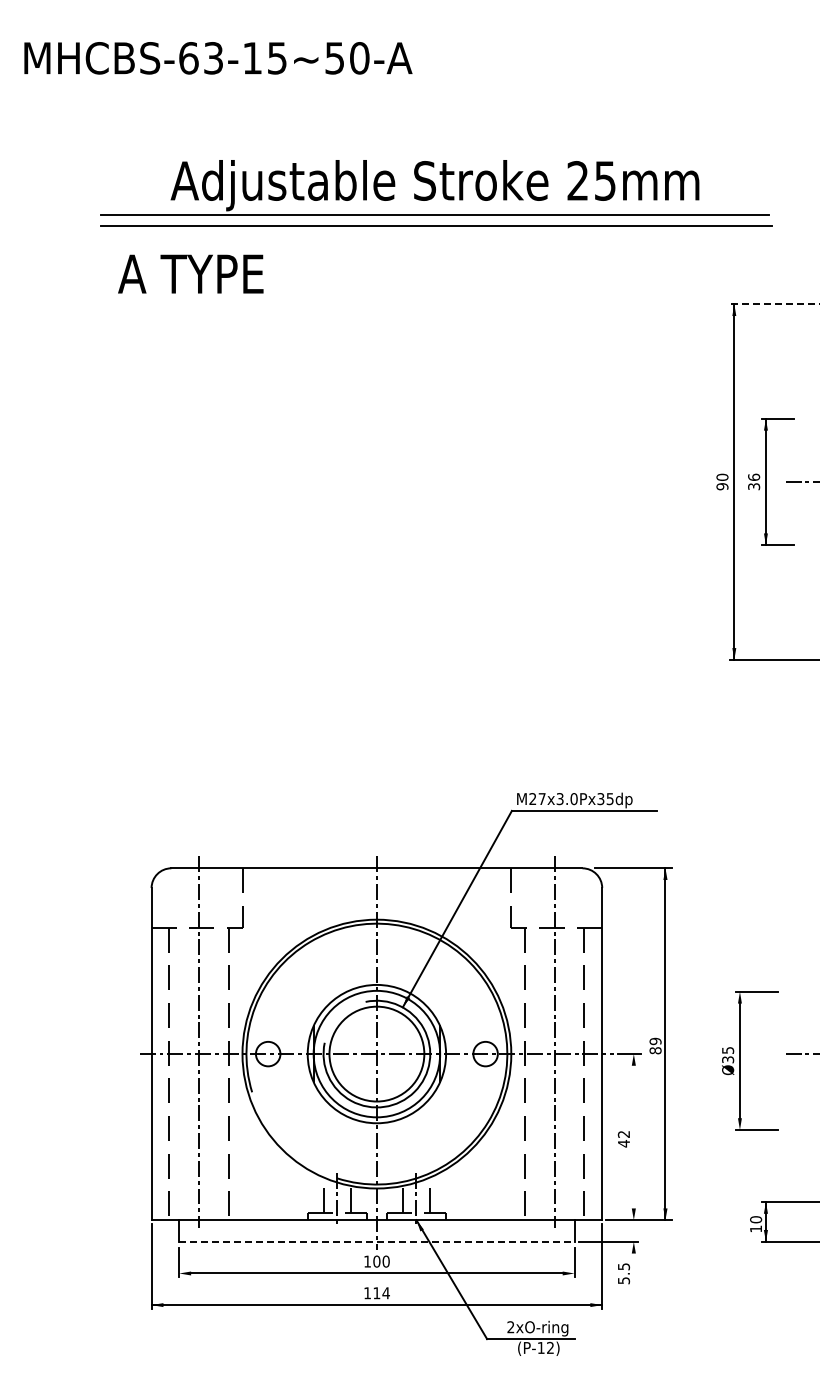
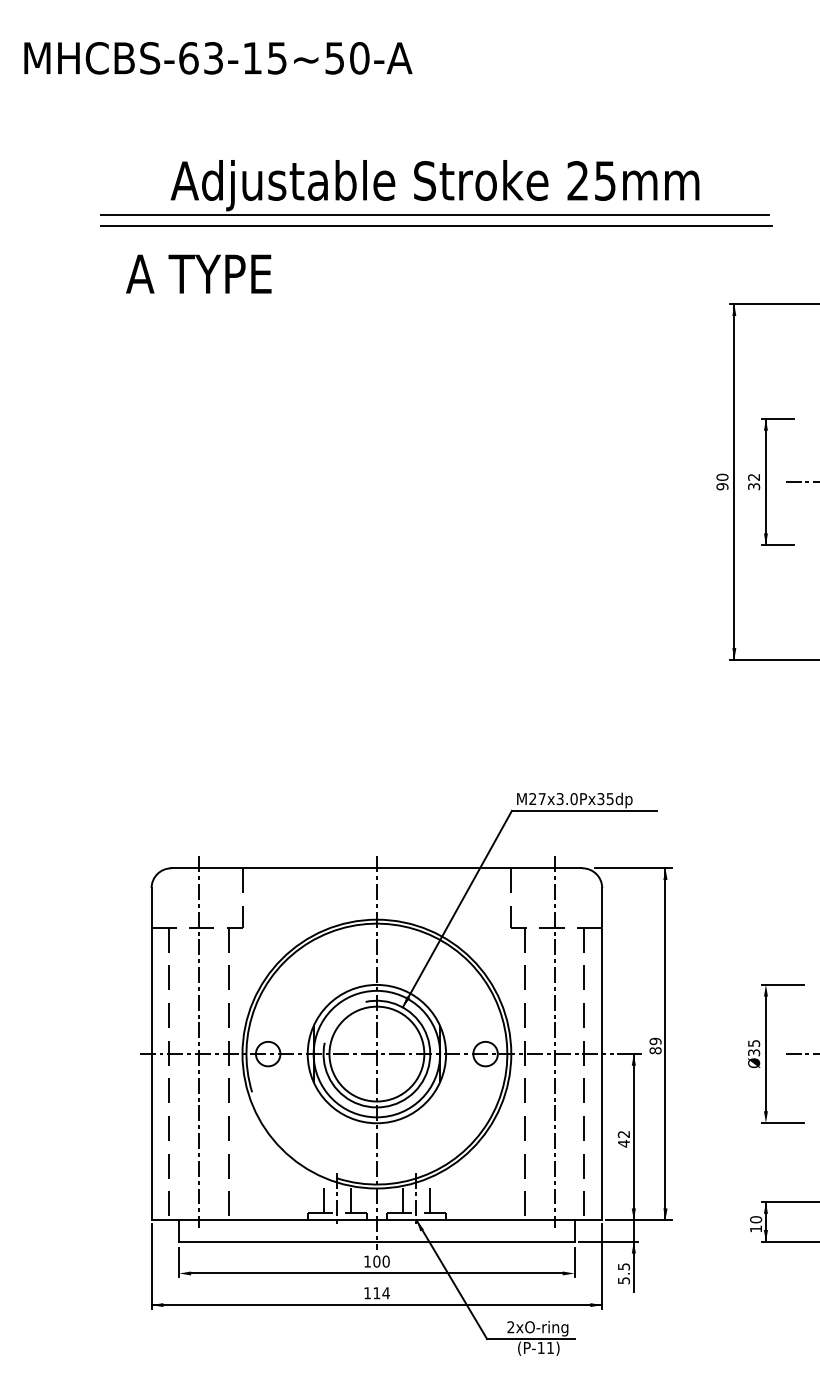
text at (190, 273) position: (190, 273) -> (198, 273)
line at (774, 304): dashed -> solid
text at (754, 476): 36 -> 32
part at (740, 1060) position: (740, 1060) -> (766, 1053)
line at (633, 1173): none -> present
line at (376, 1241): dashed -> solid
text at (550, 1347): (P-12) -> (P-11)
